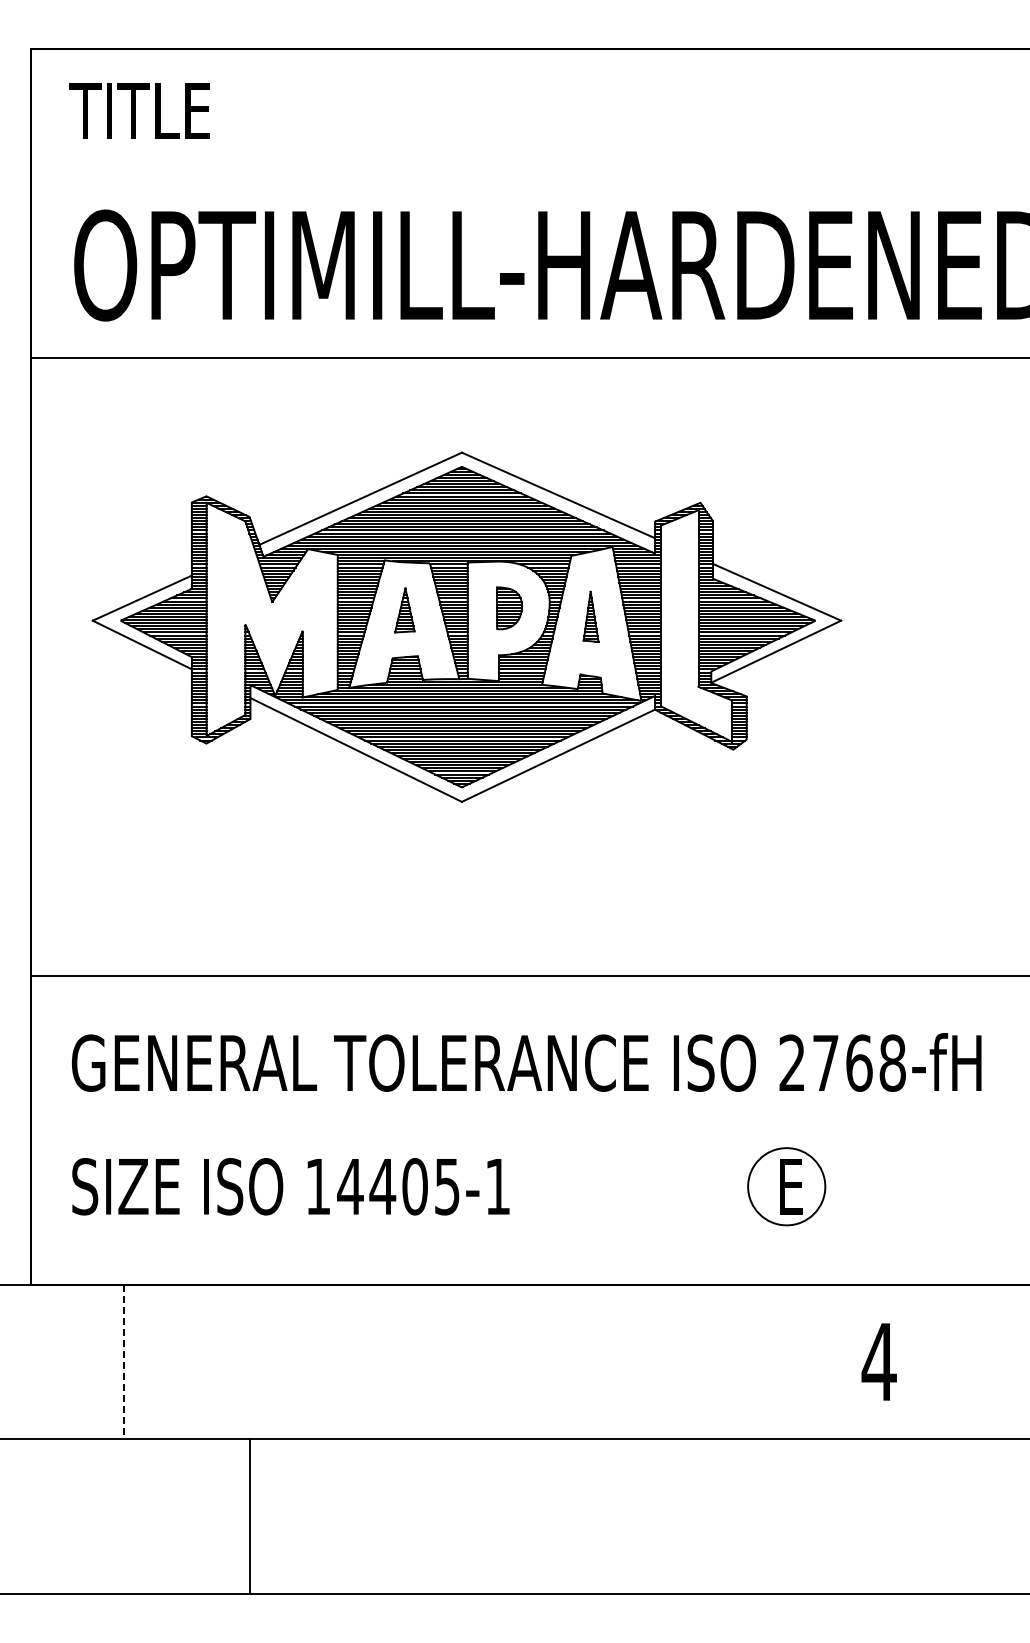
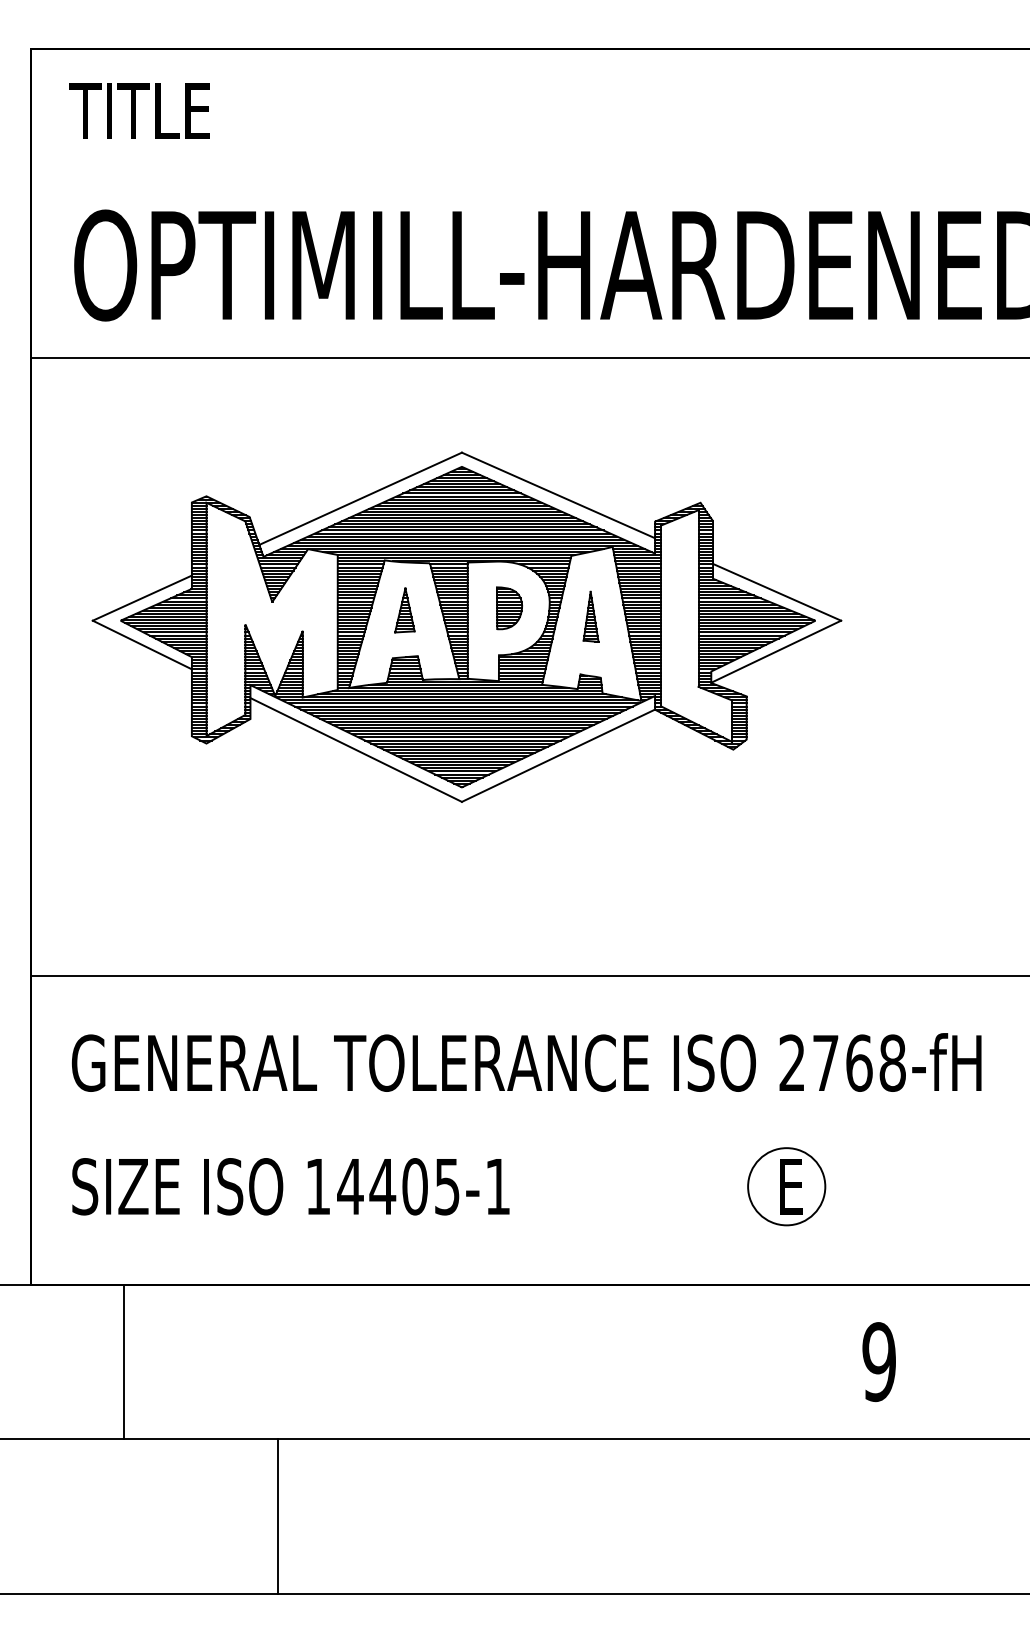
line at (123, 1362): dashed -> solid
text at (878, 1362): 4 -> 9
line at (250, 1516) position: (250, 1516) -> (278, 1516)
